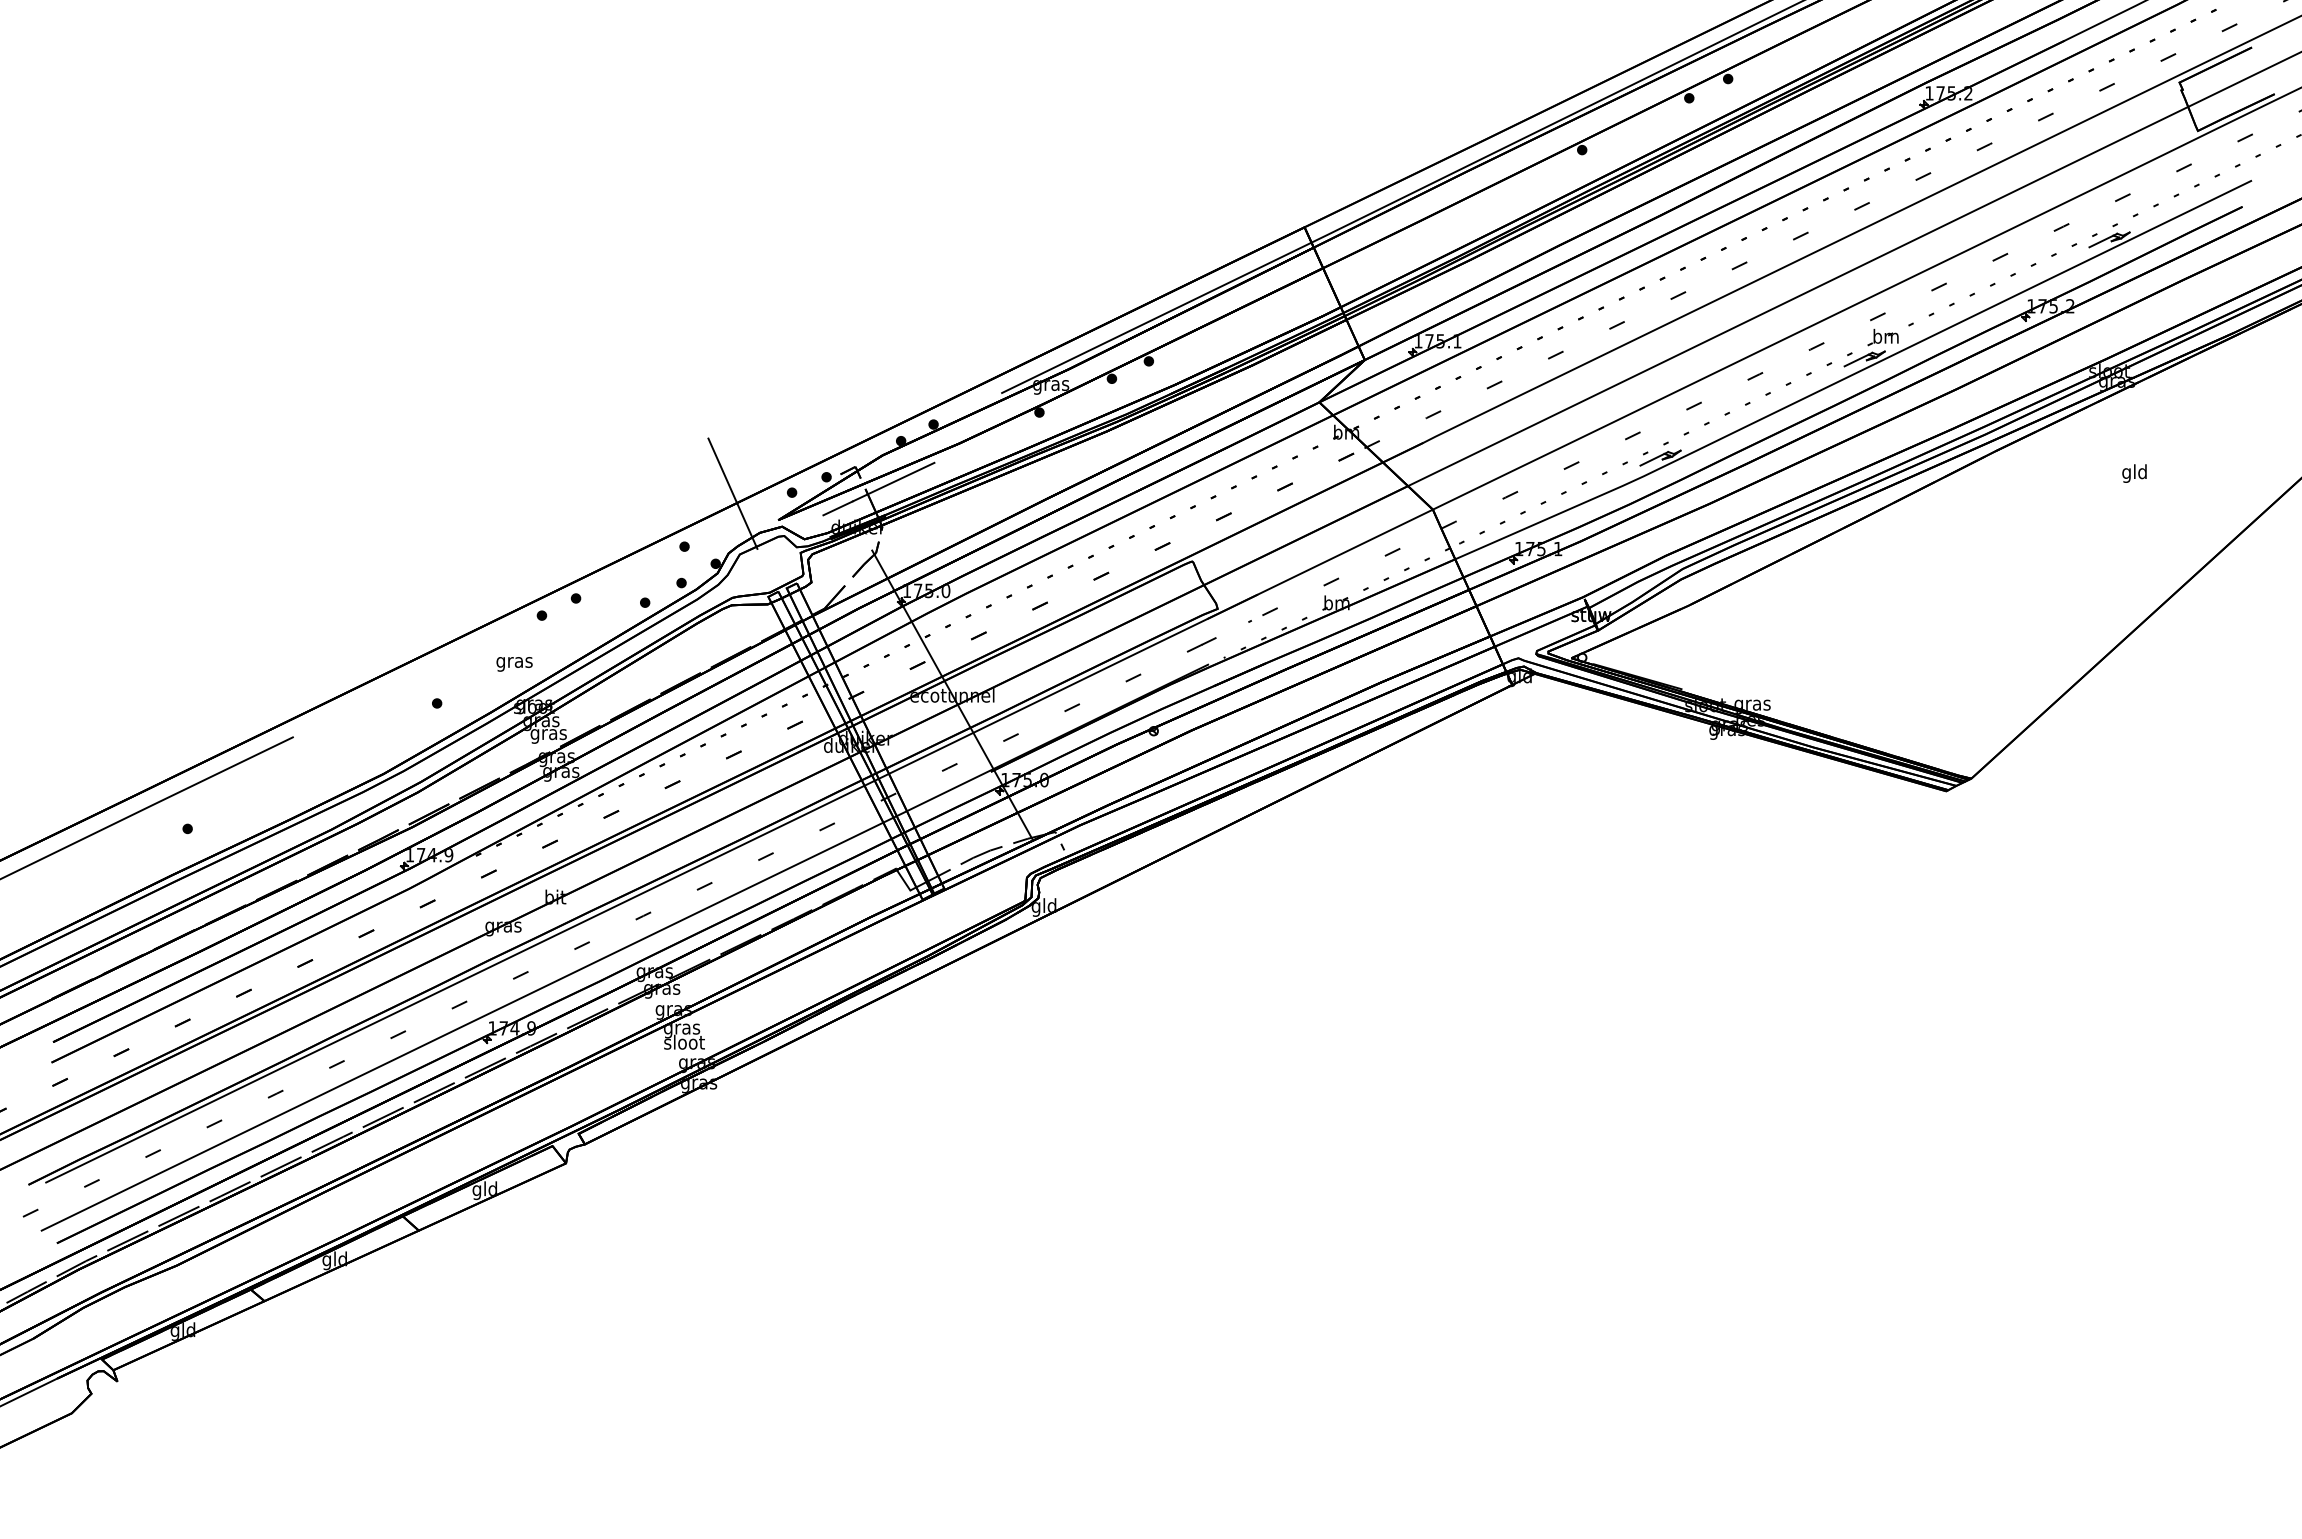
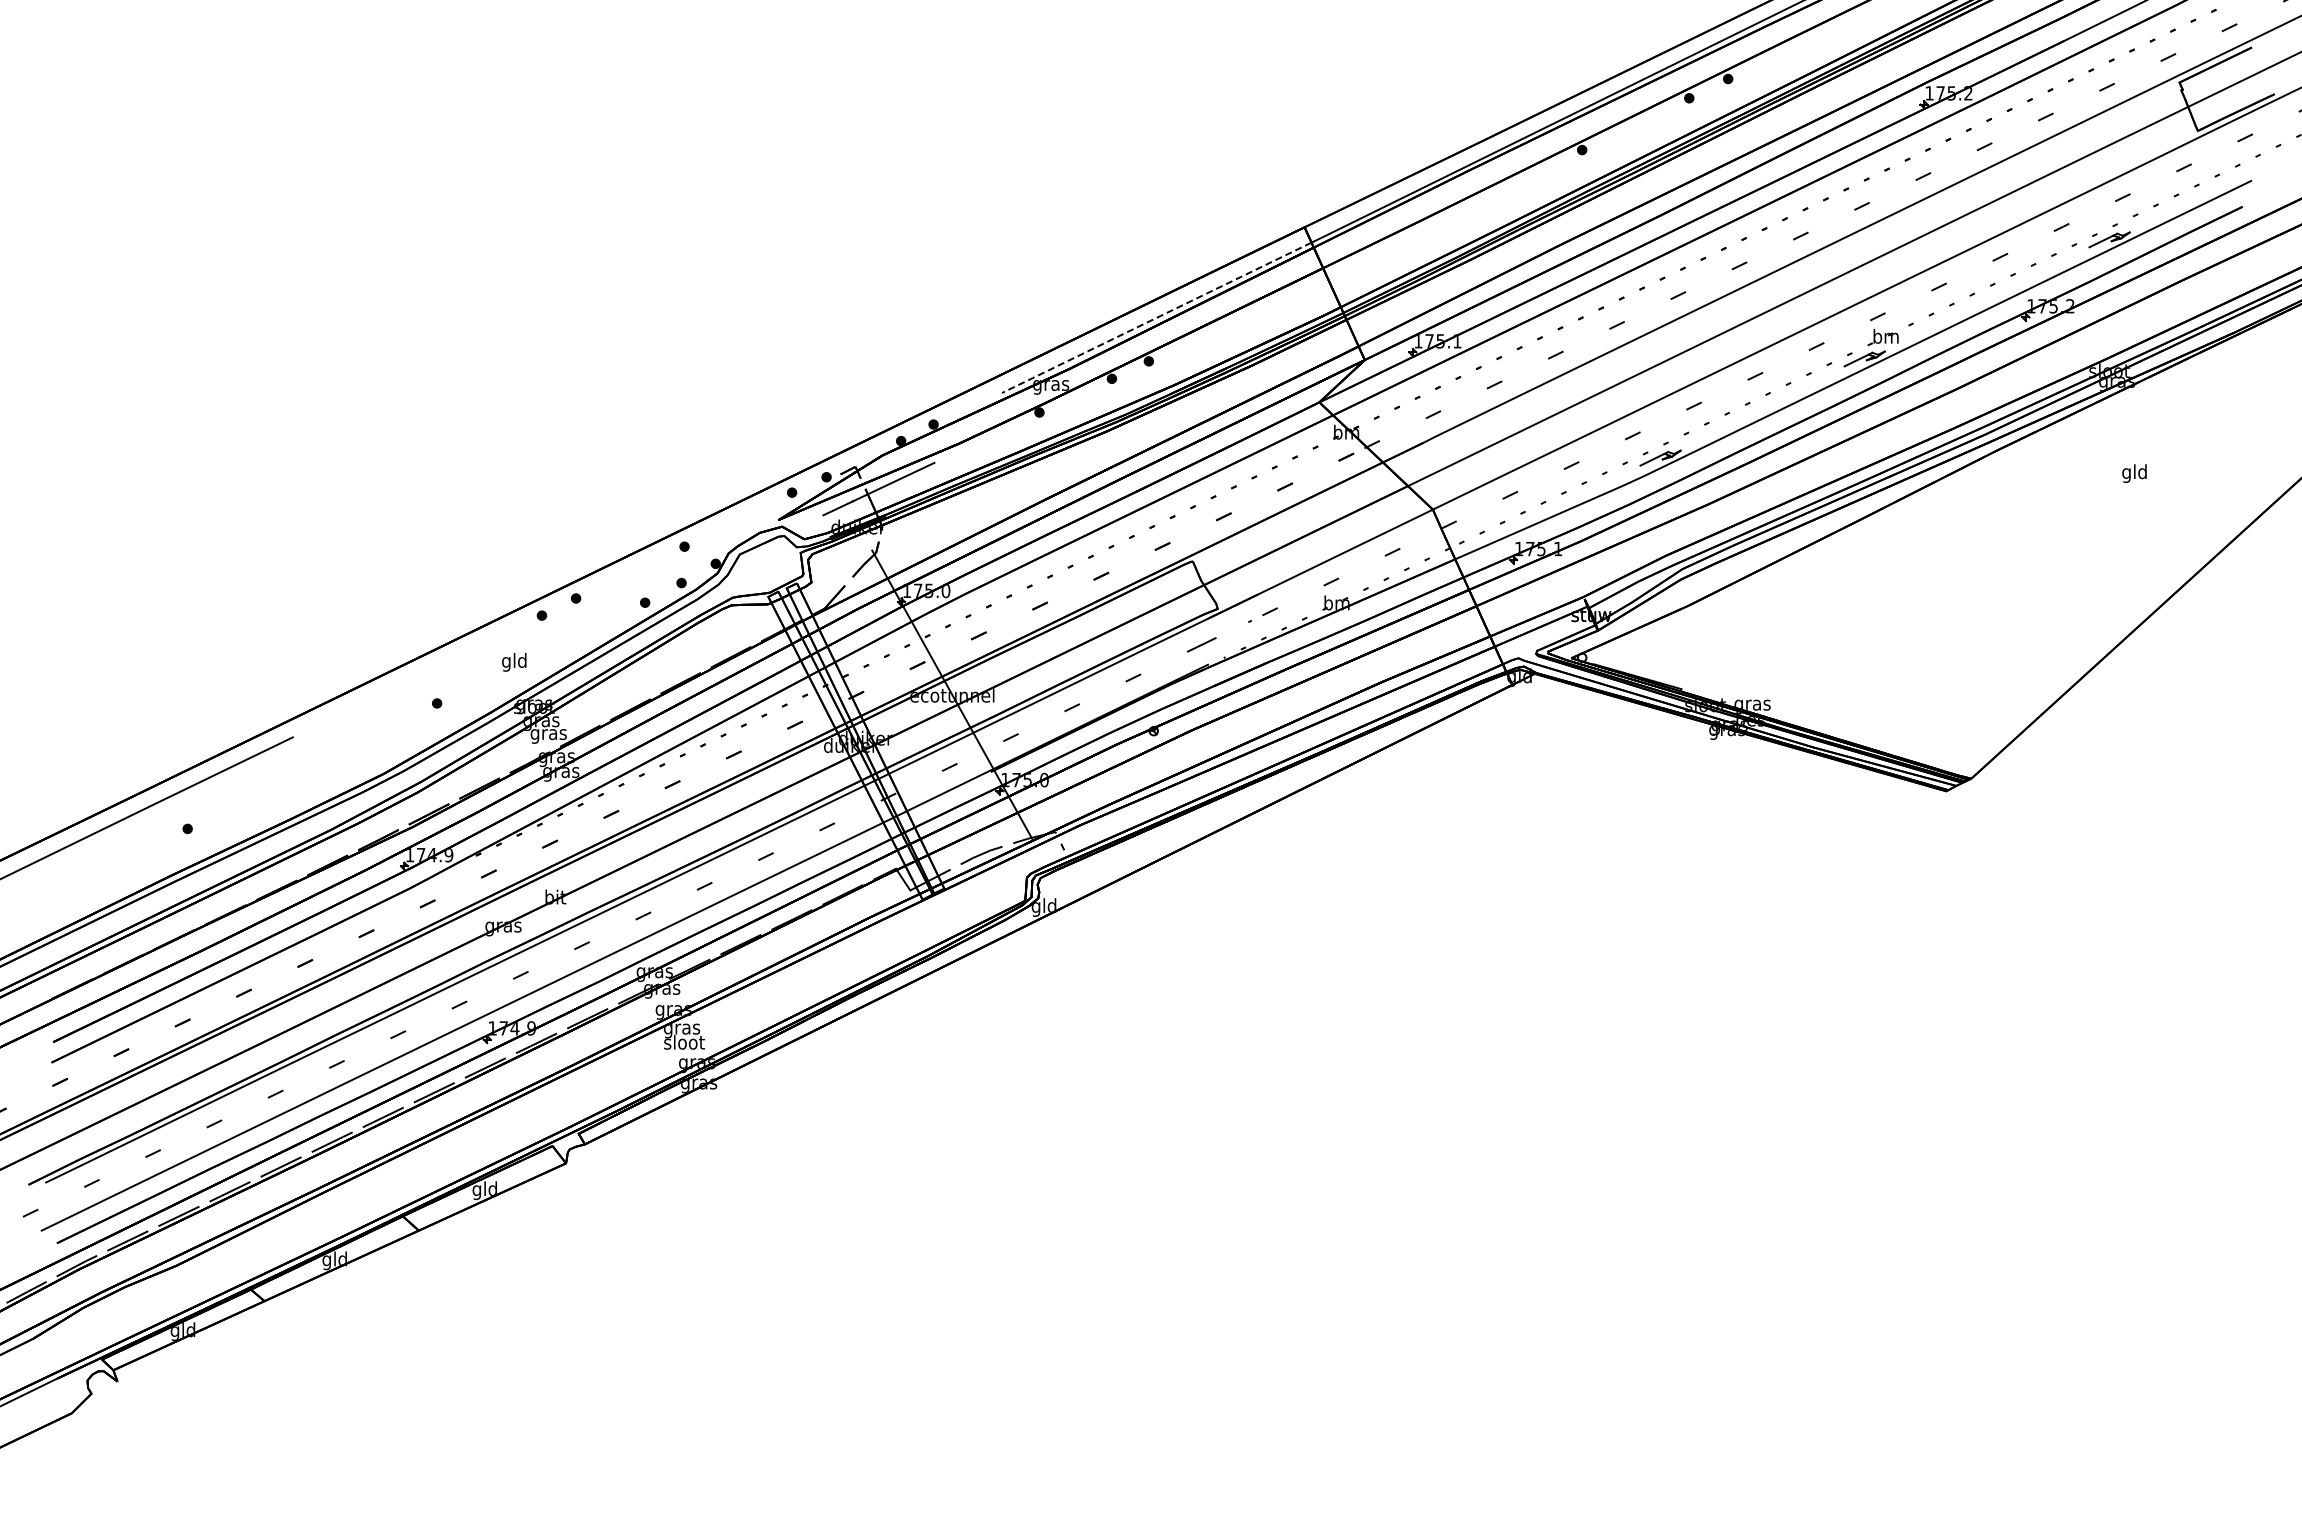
line at (1156, 318): solid -> dashed
line at (732, 493): present -> none
text at (514, 662): gras -> gld
